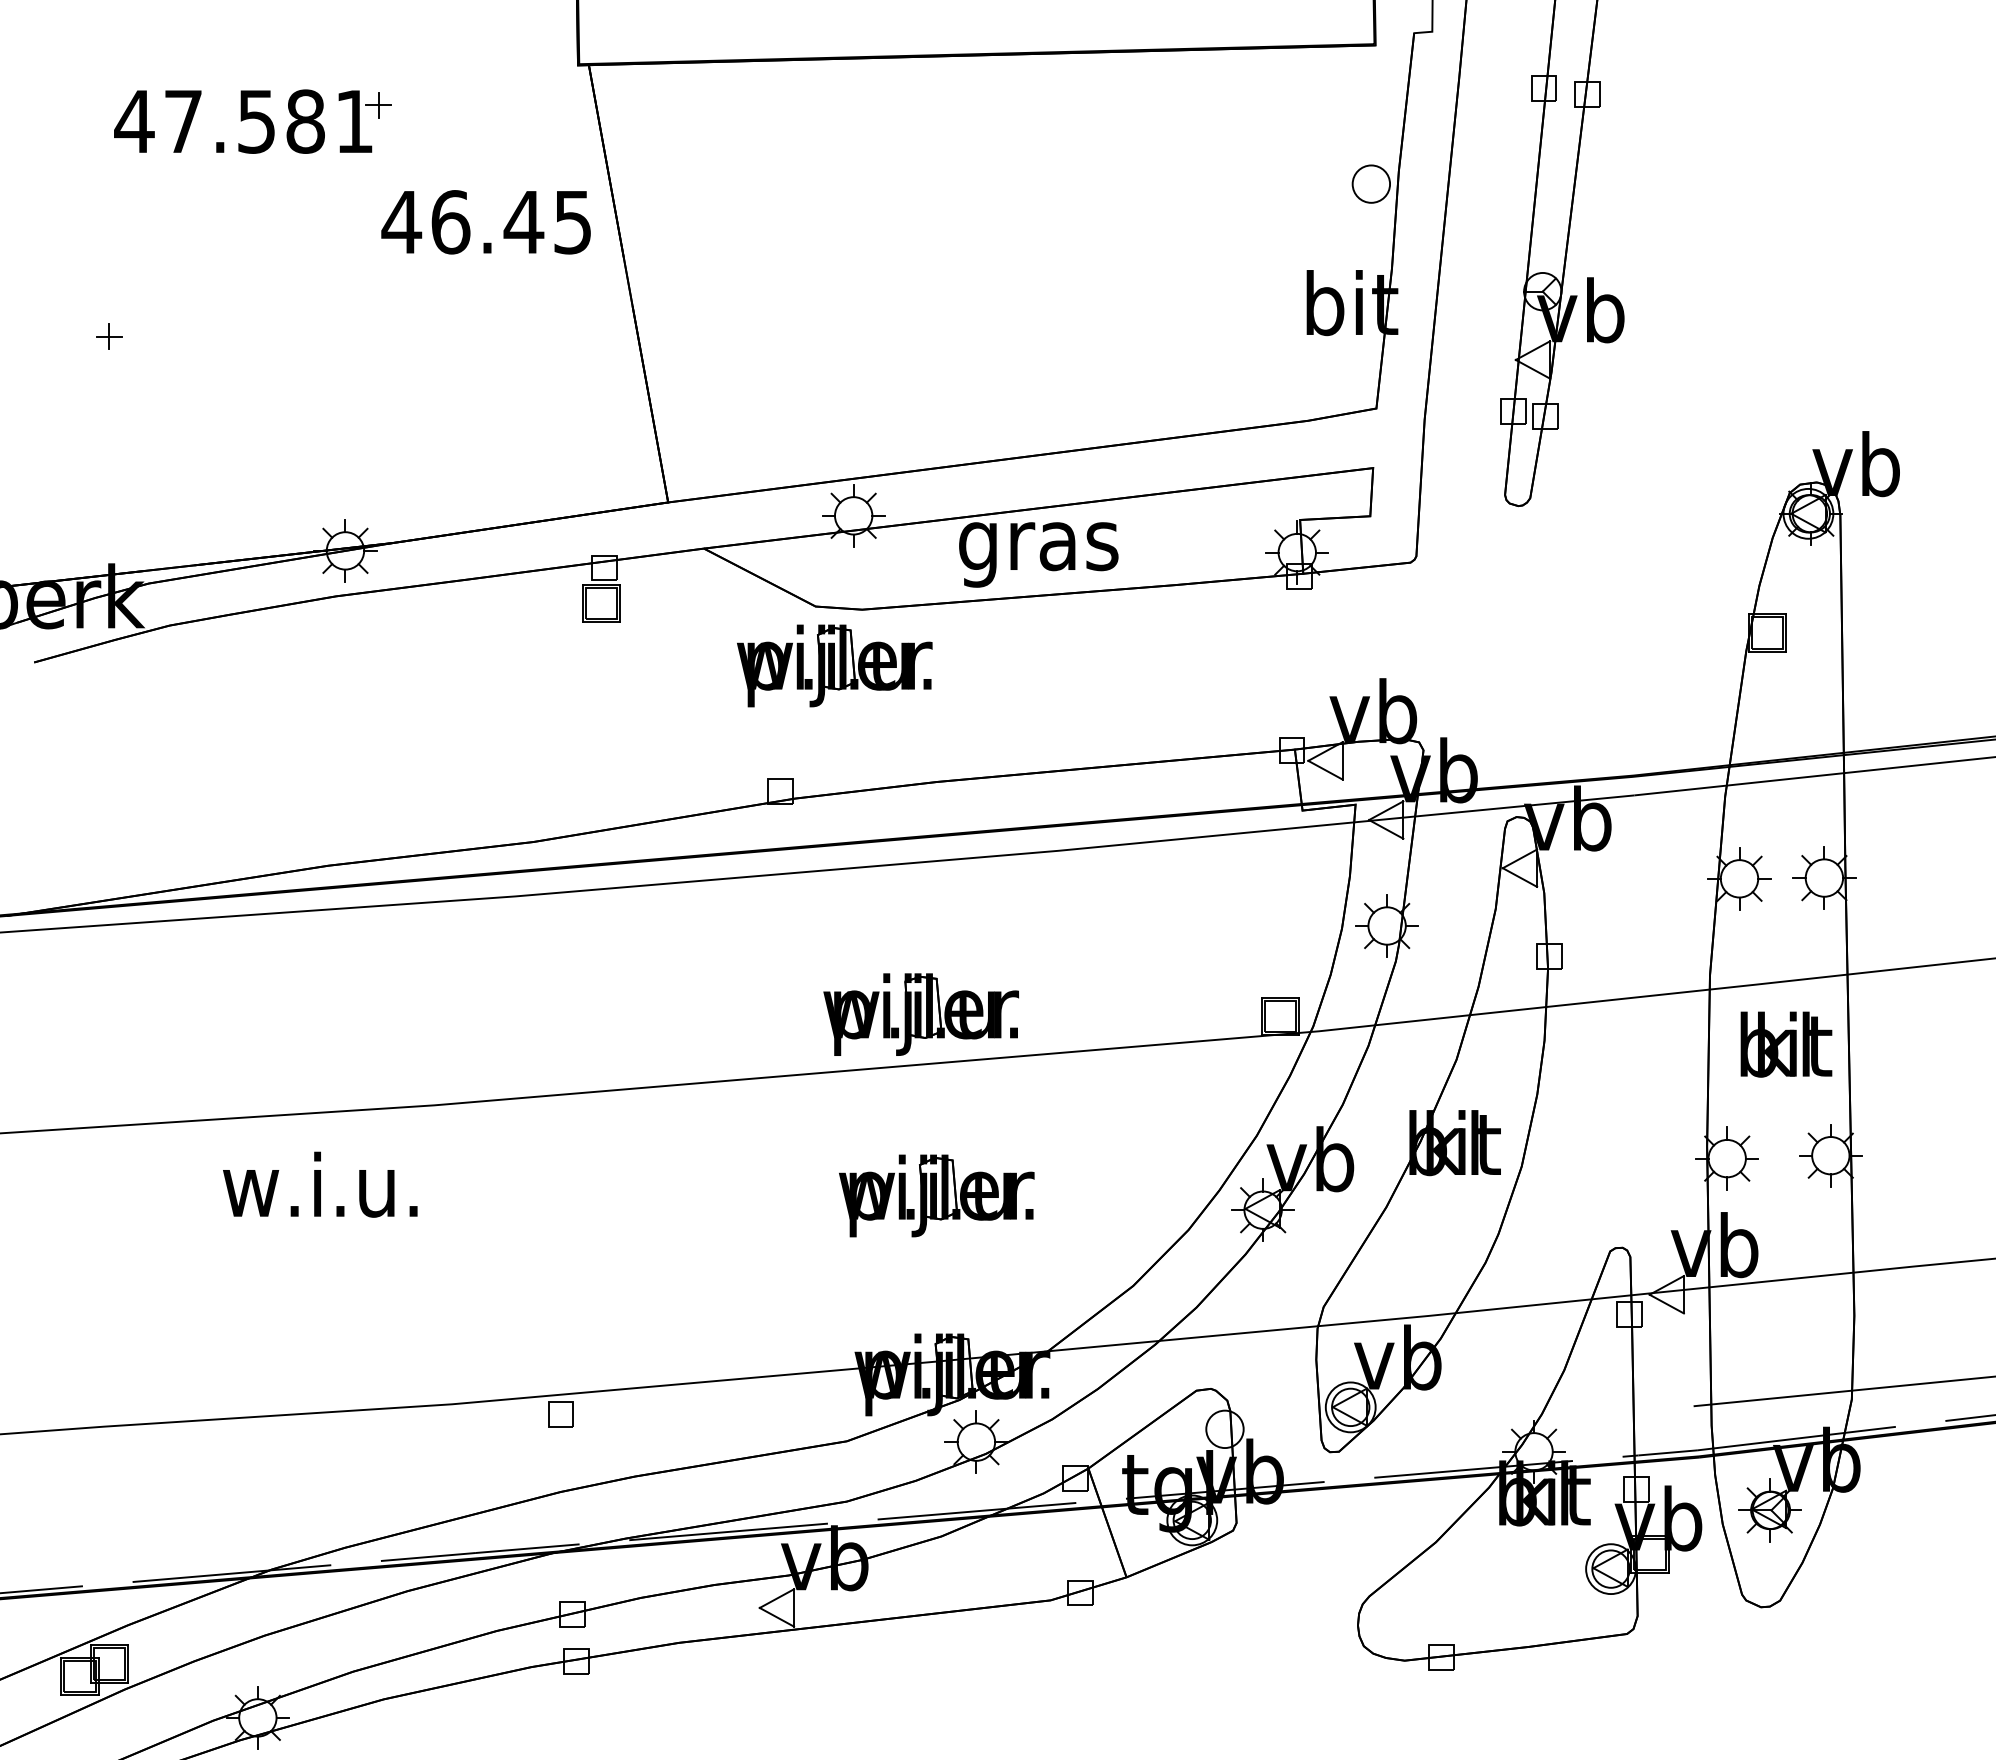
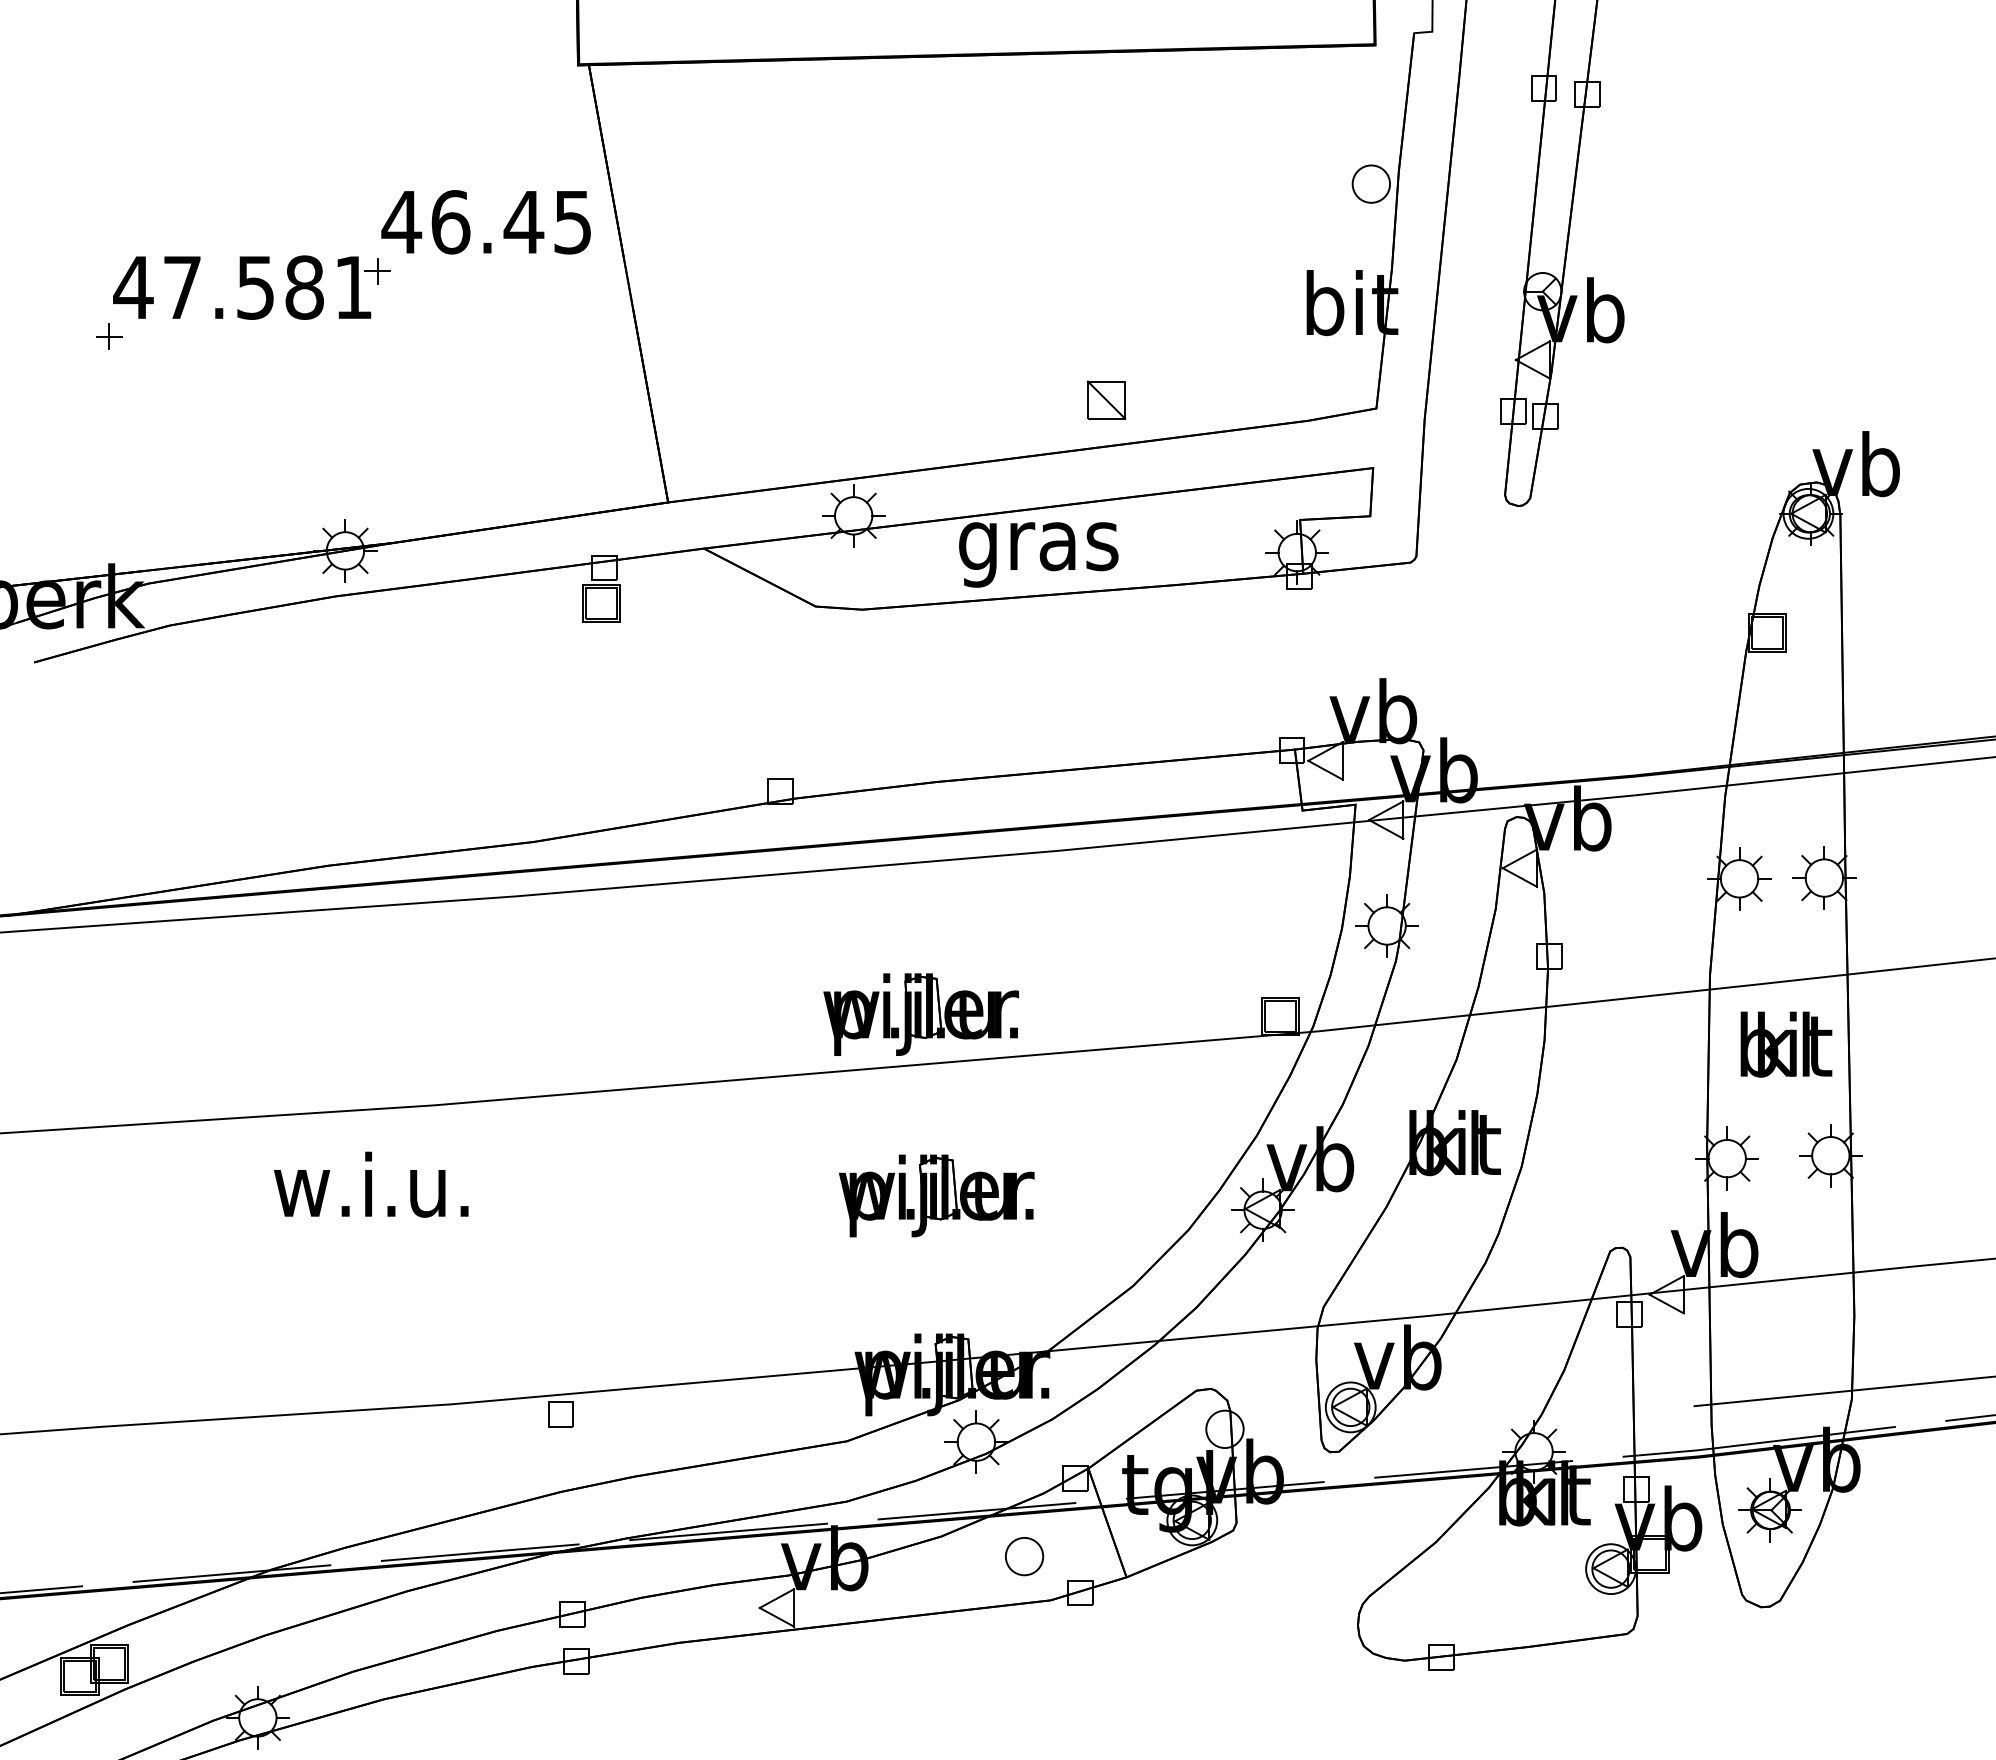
part at (252, 121) position: (252, 121) -> (251, 287)
part at (1106, 399): none -> present
part at (834, 665): present -> none
text at (320, 1184) position: (320, 1184) -> (371, 1184)
part at (1024, 1556): none -> present
